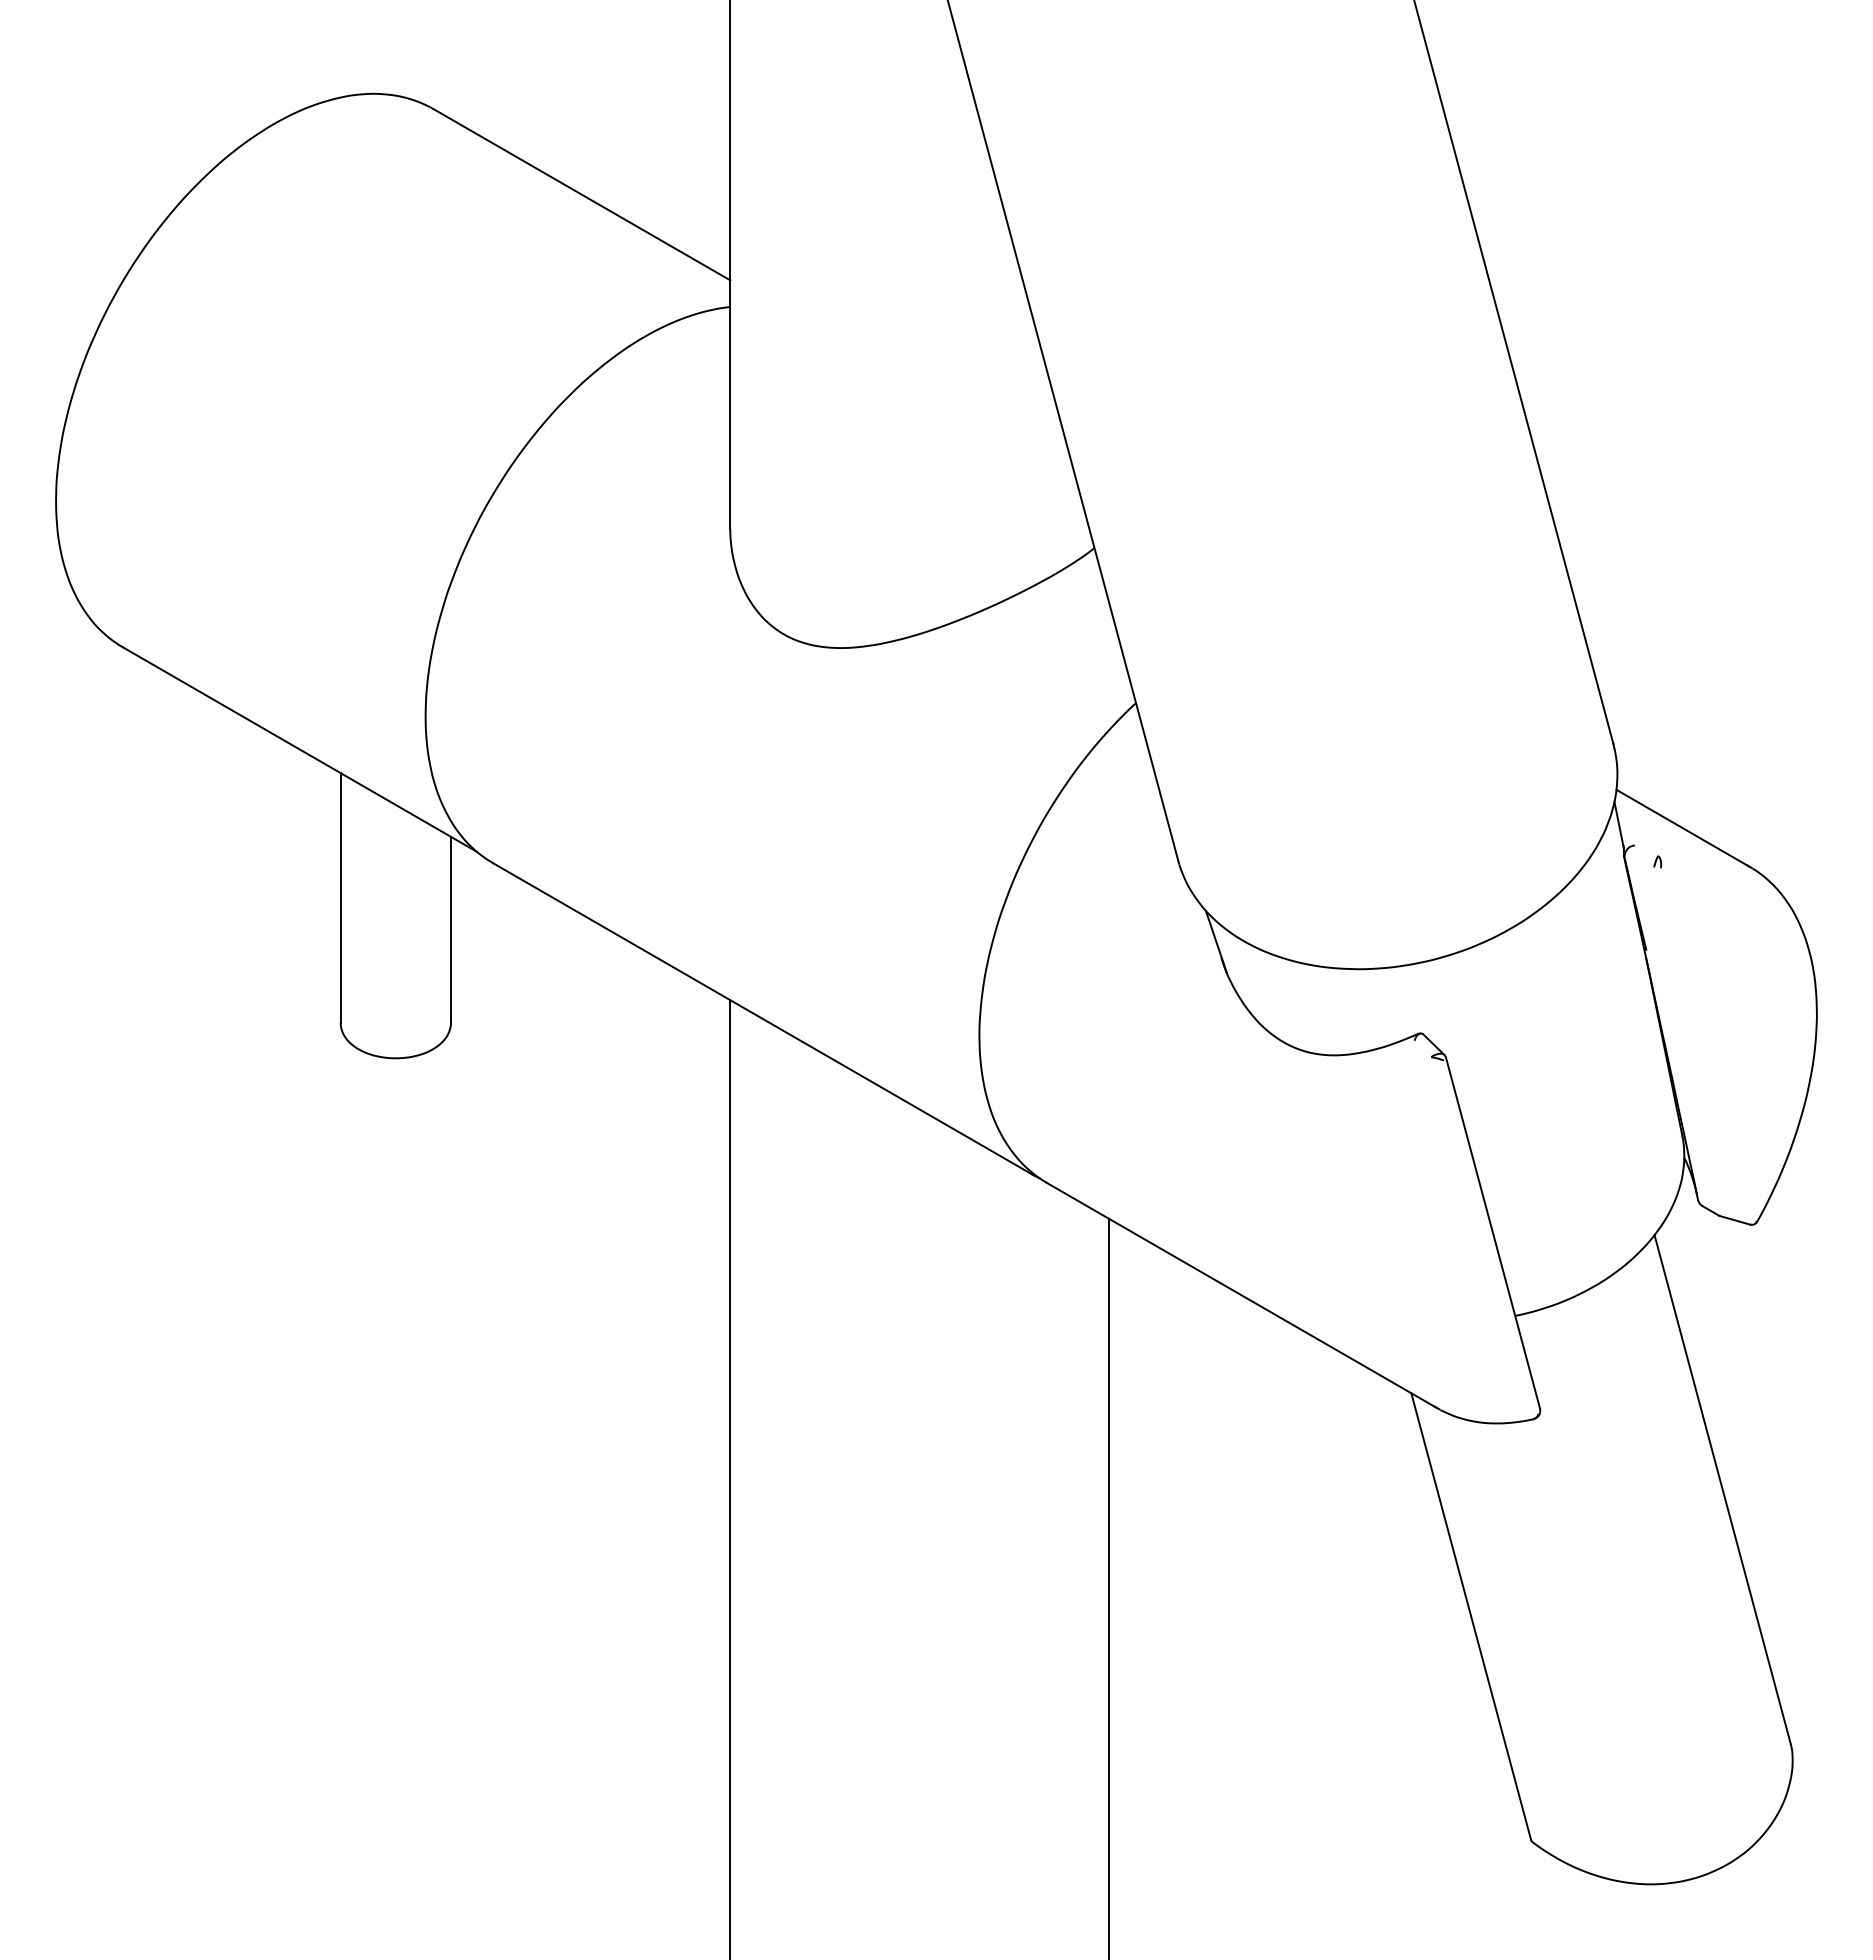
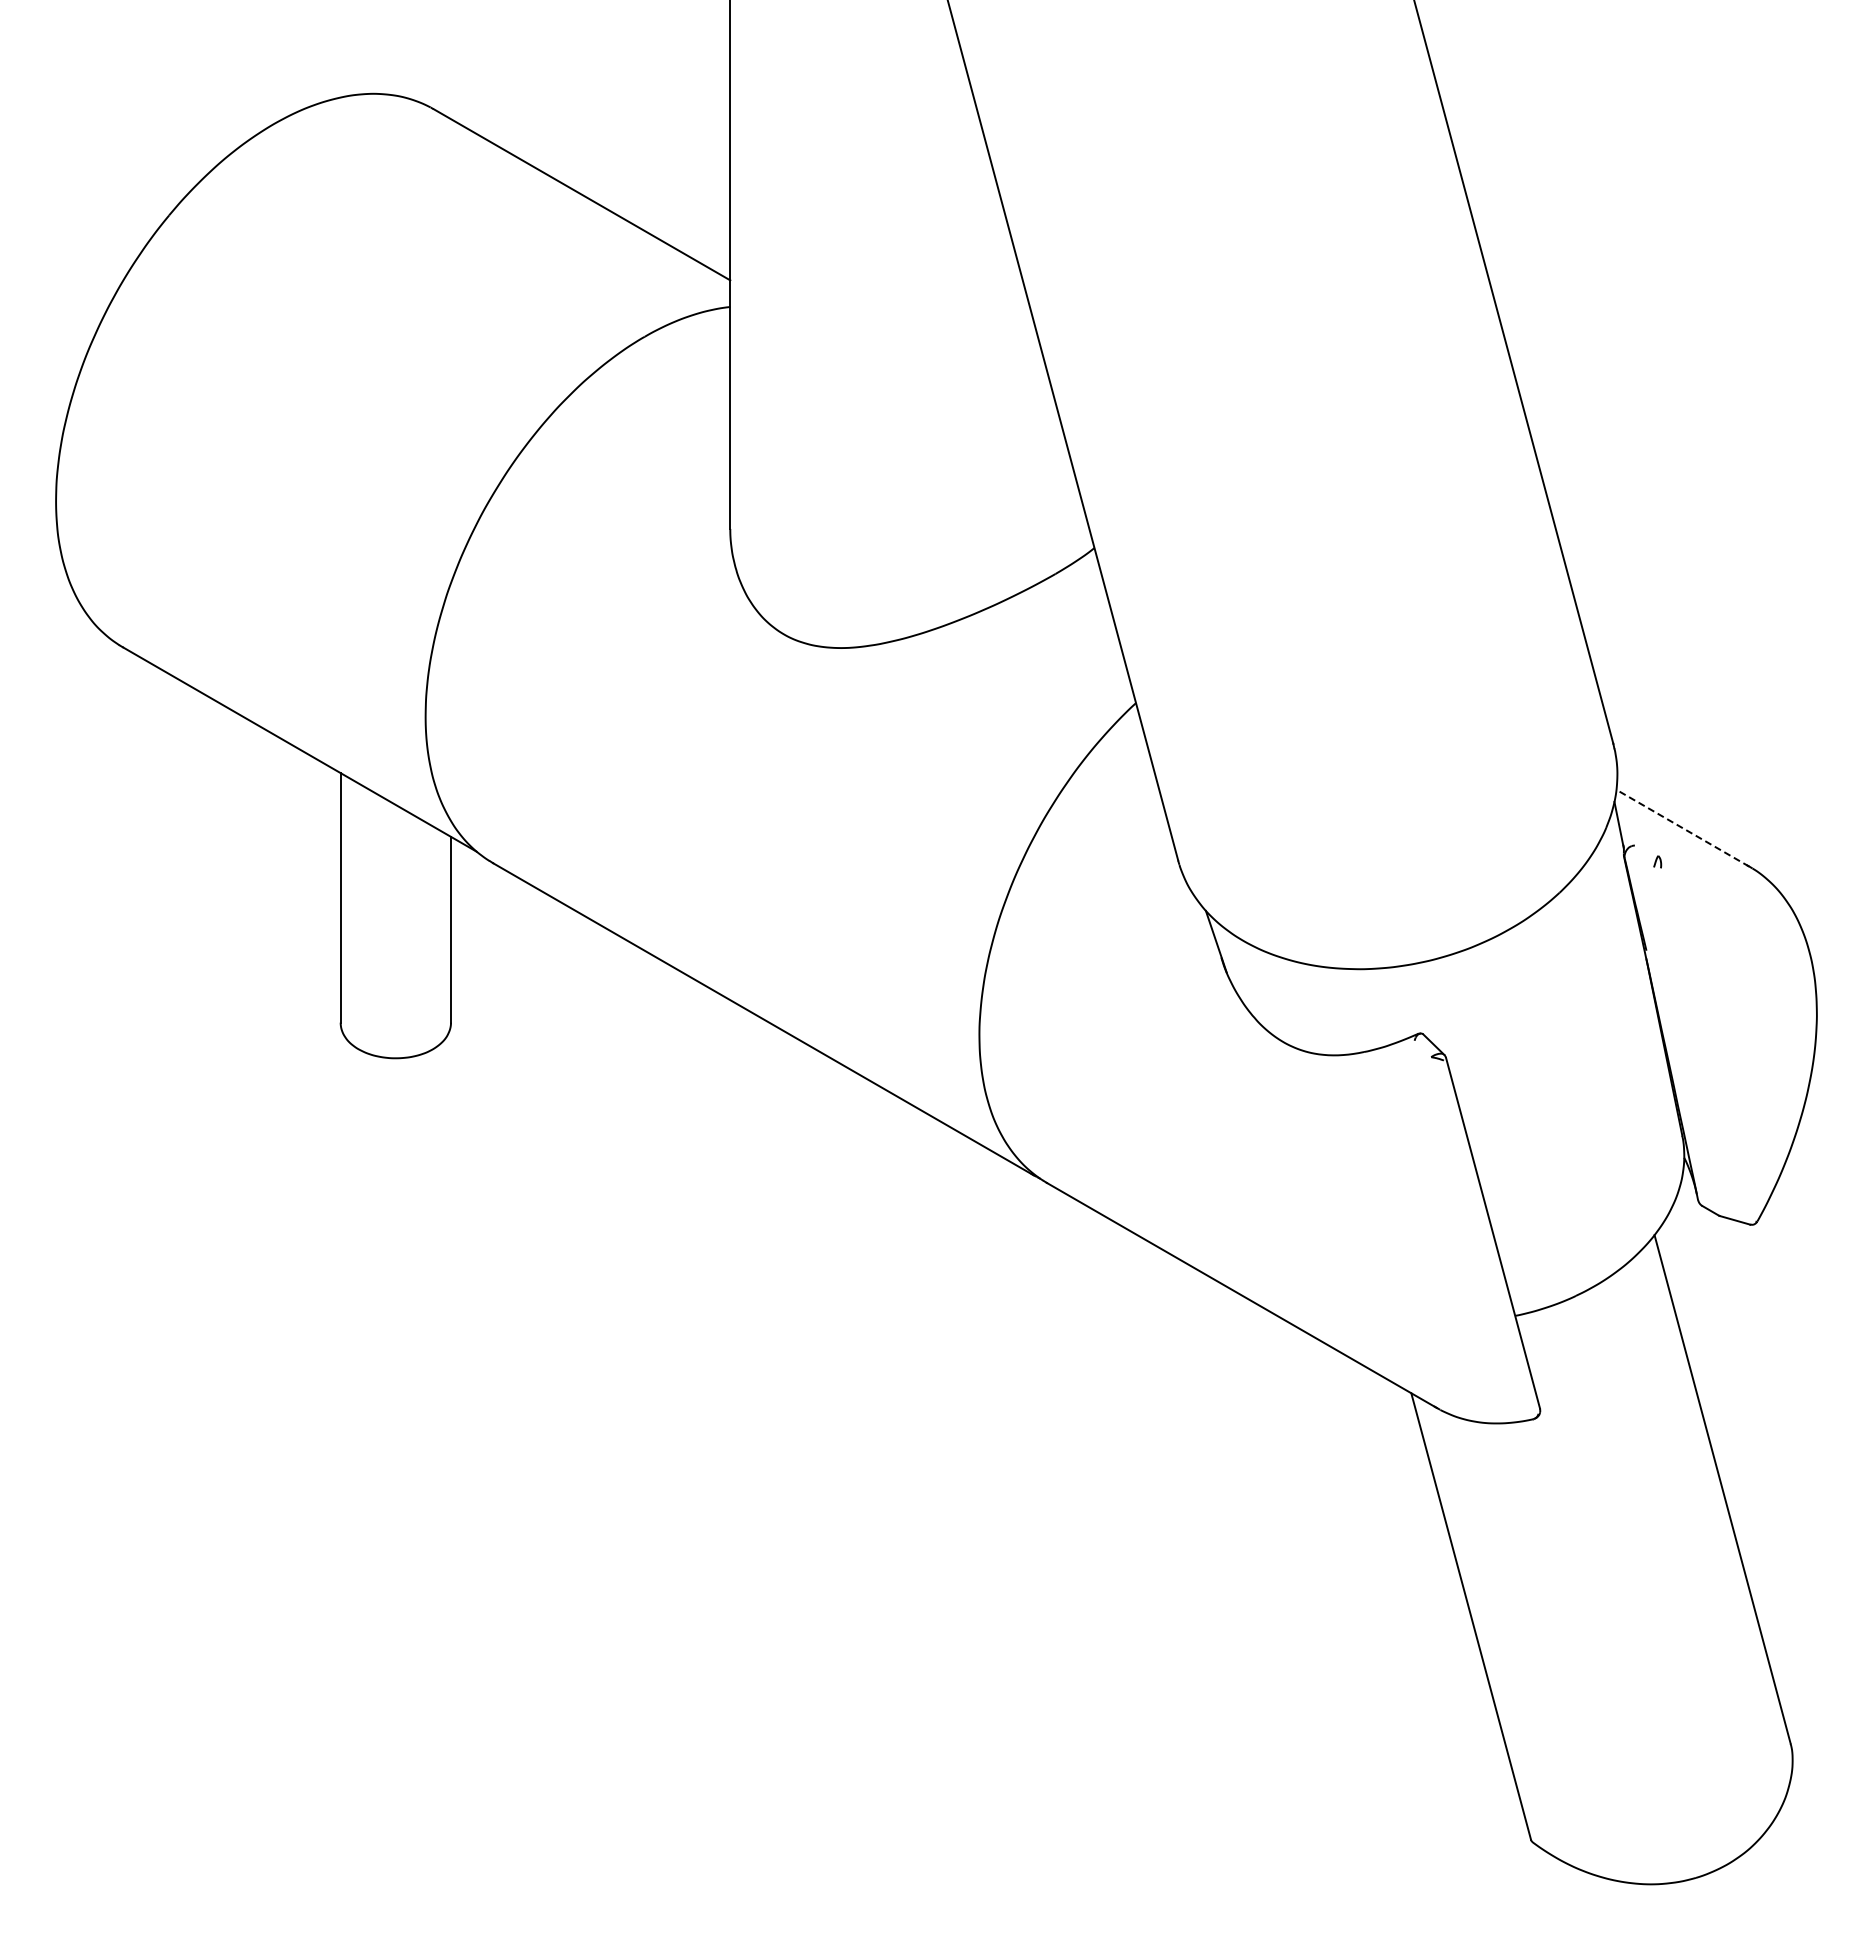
line at (1682, 828): solid -> dashed
line at (730, 1478): present -> none
line at (1109, 1587): present -> none
